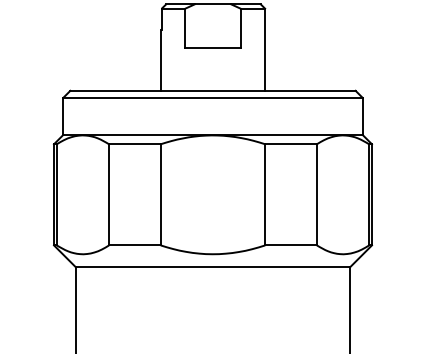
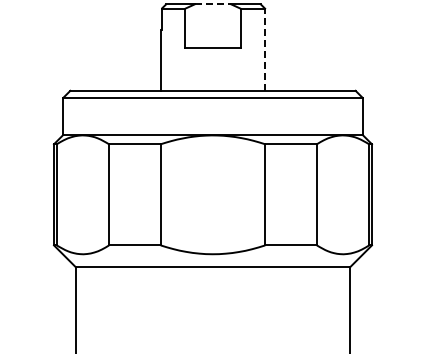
line at (213, 4): solid -> dashed
line at (265, 49): solid -> dashed
